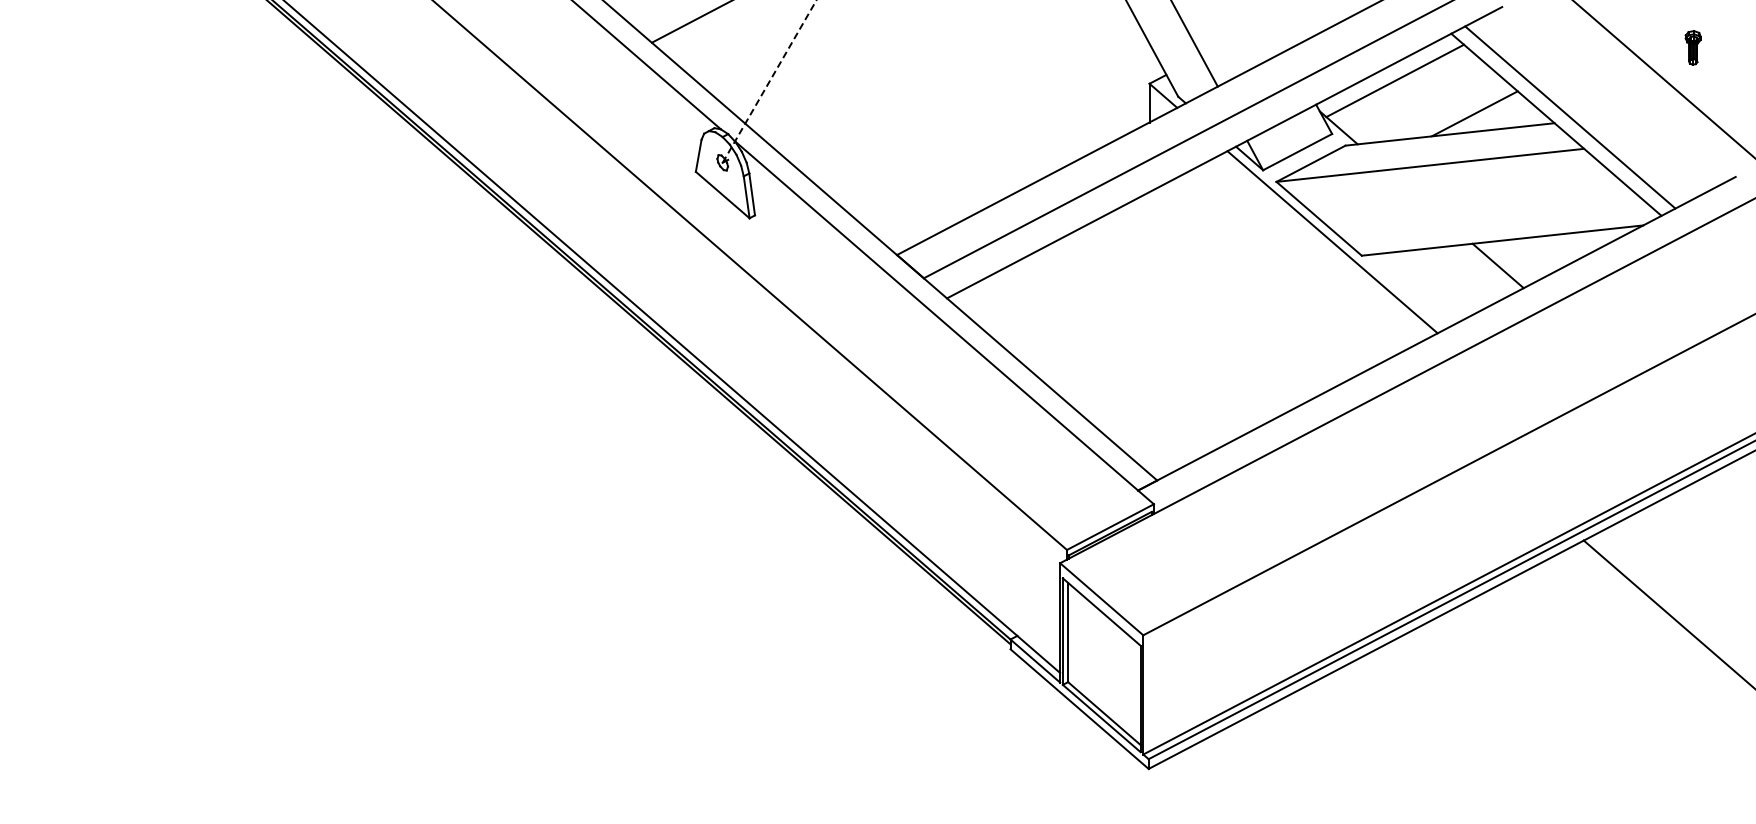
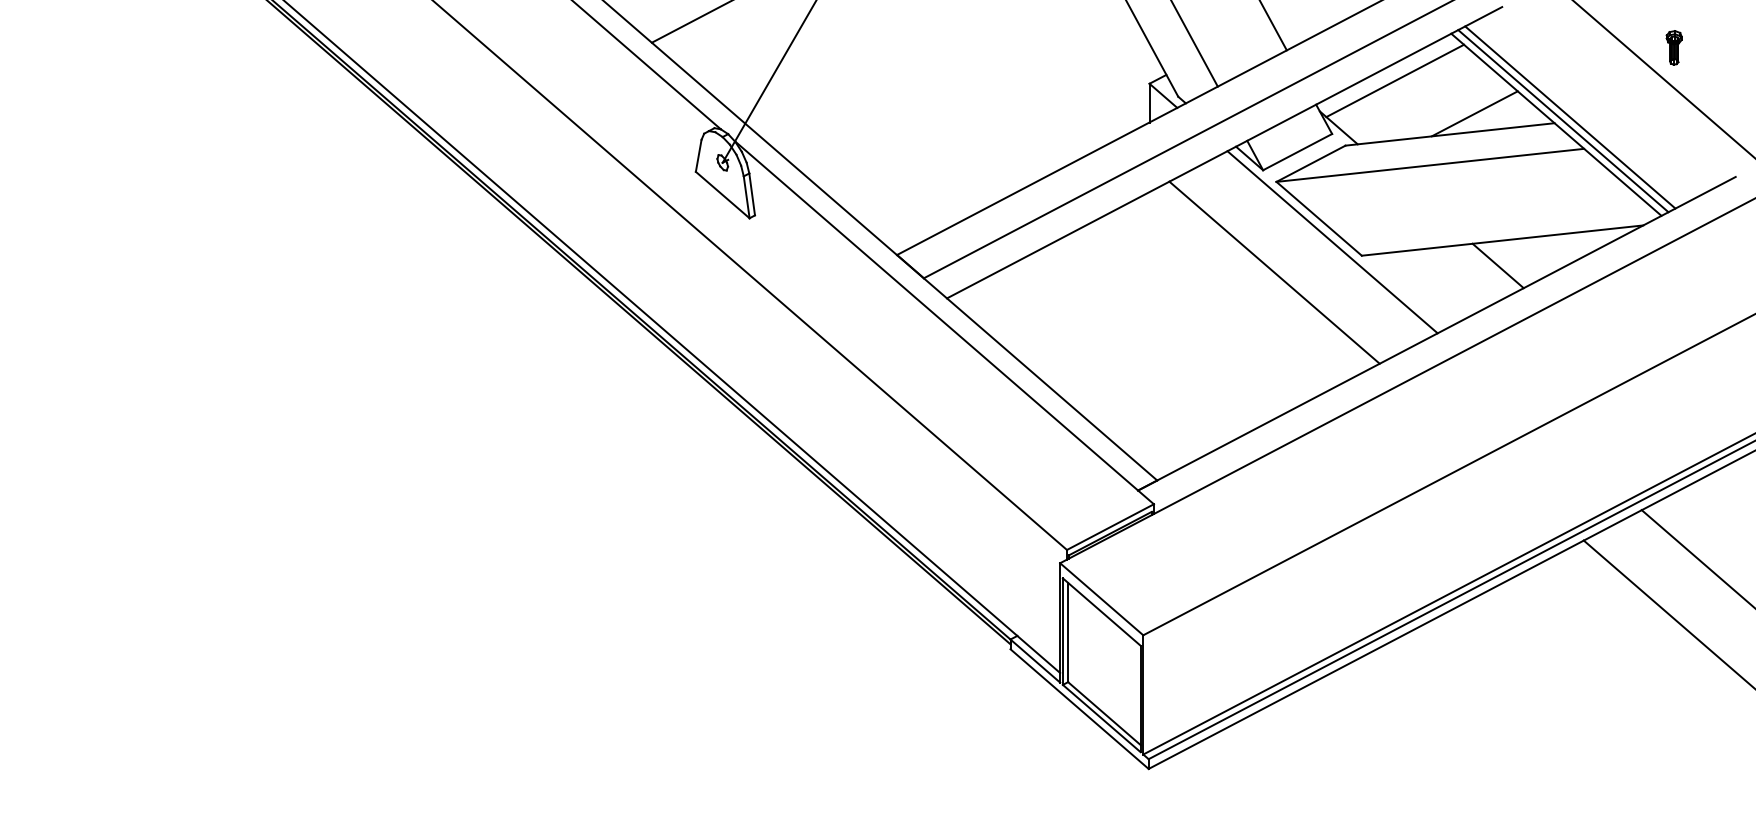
line at (1273, 26): none -> present
part at (1692, 47) position: (1692, 47) -> (1673, 47)
line at (769, 81): dashed -> solid
line at (1563, 121): none -> present
line at (1274, 272): none -> present
line at (1696, 558): none -> present
